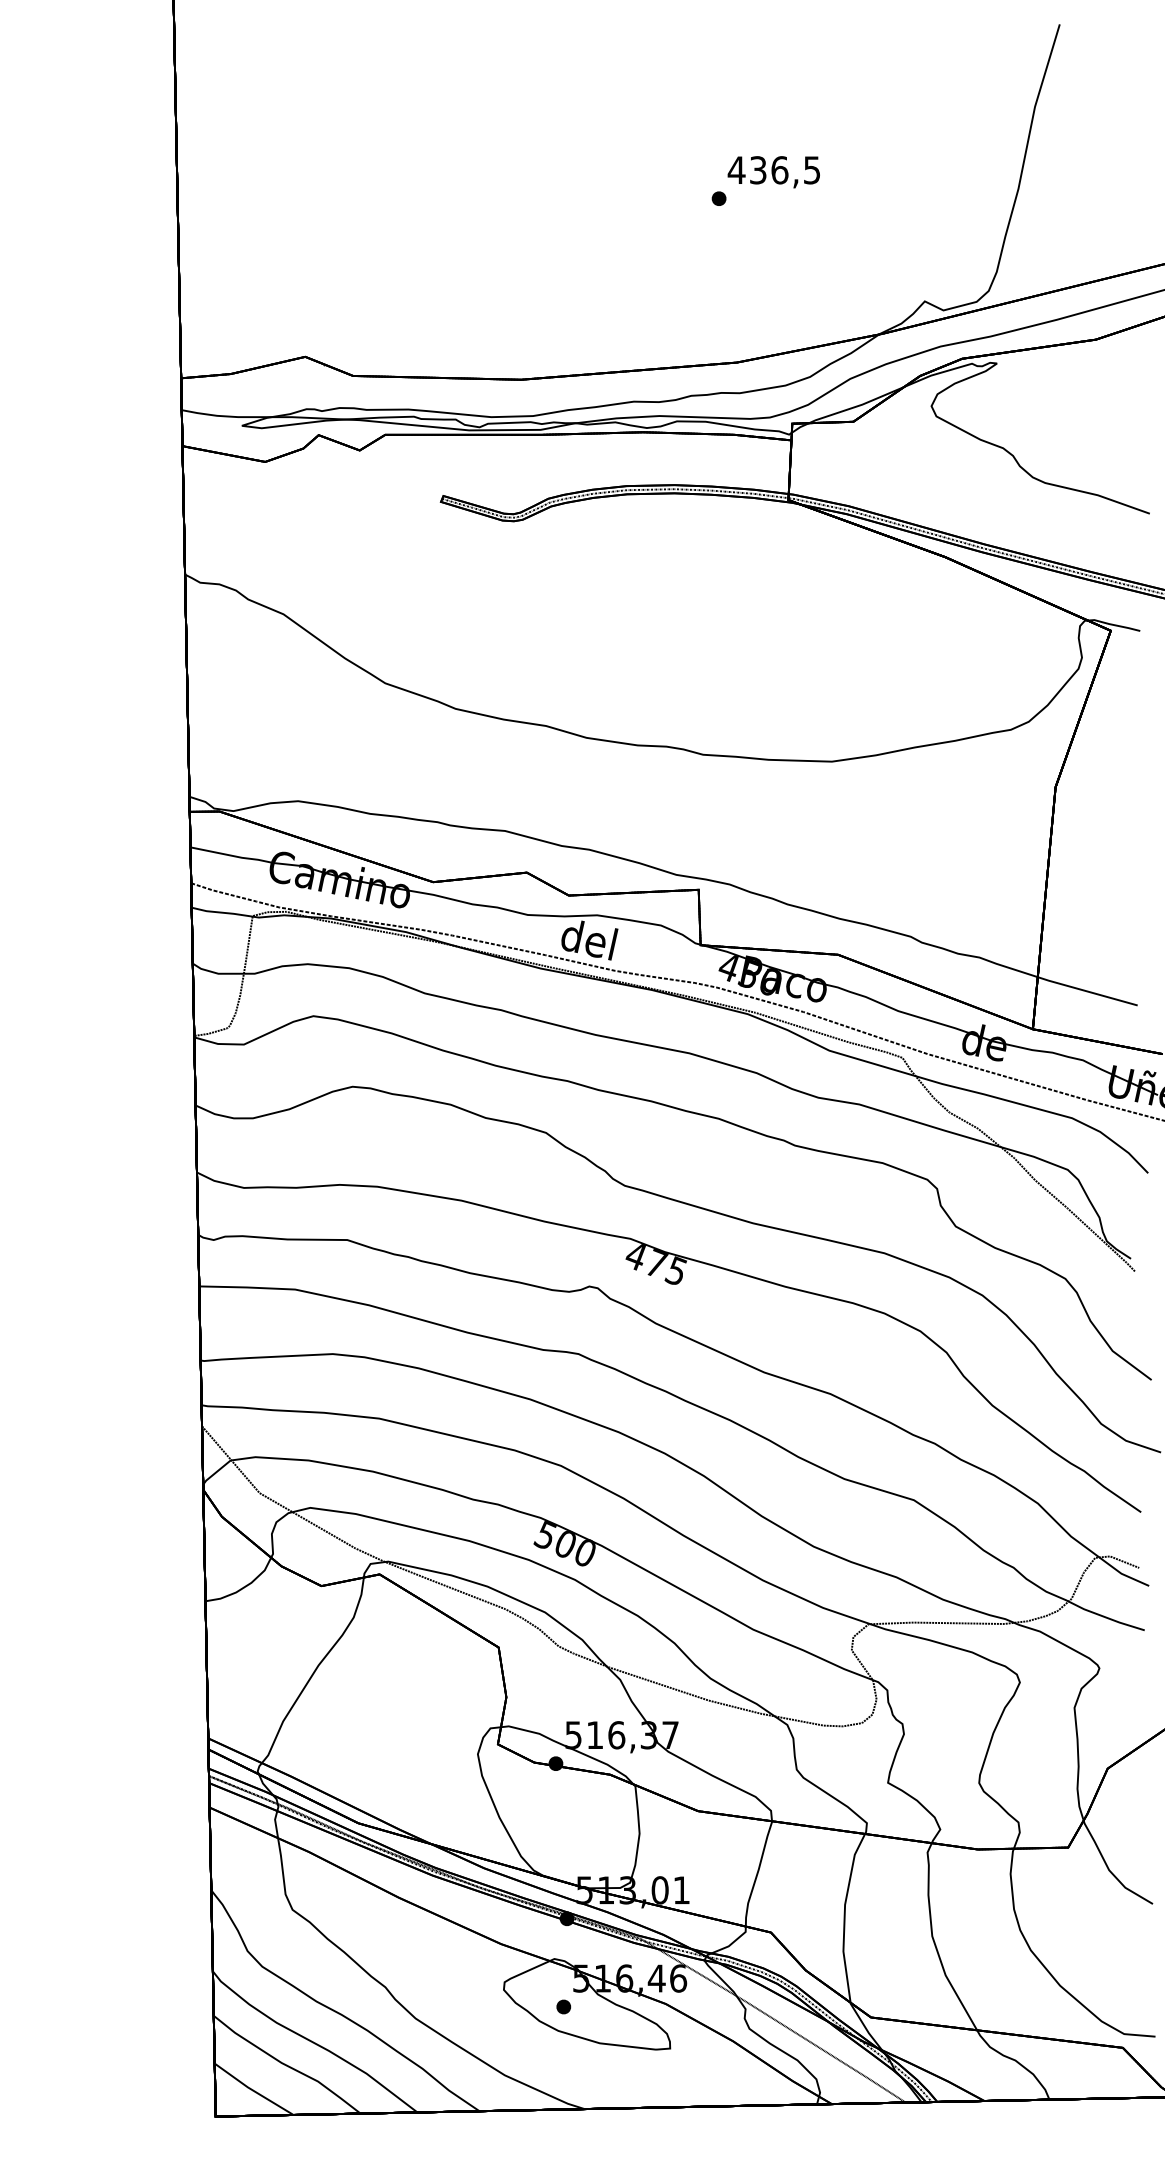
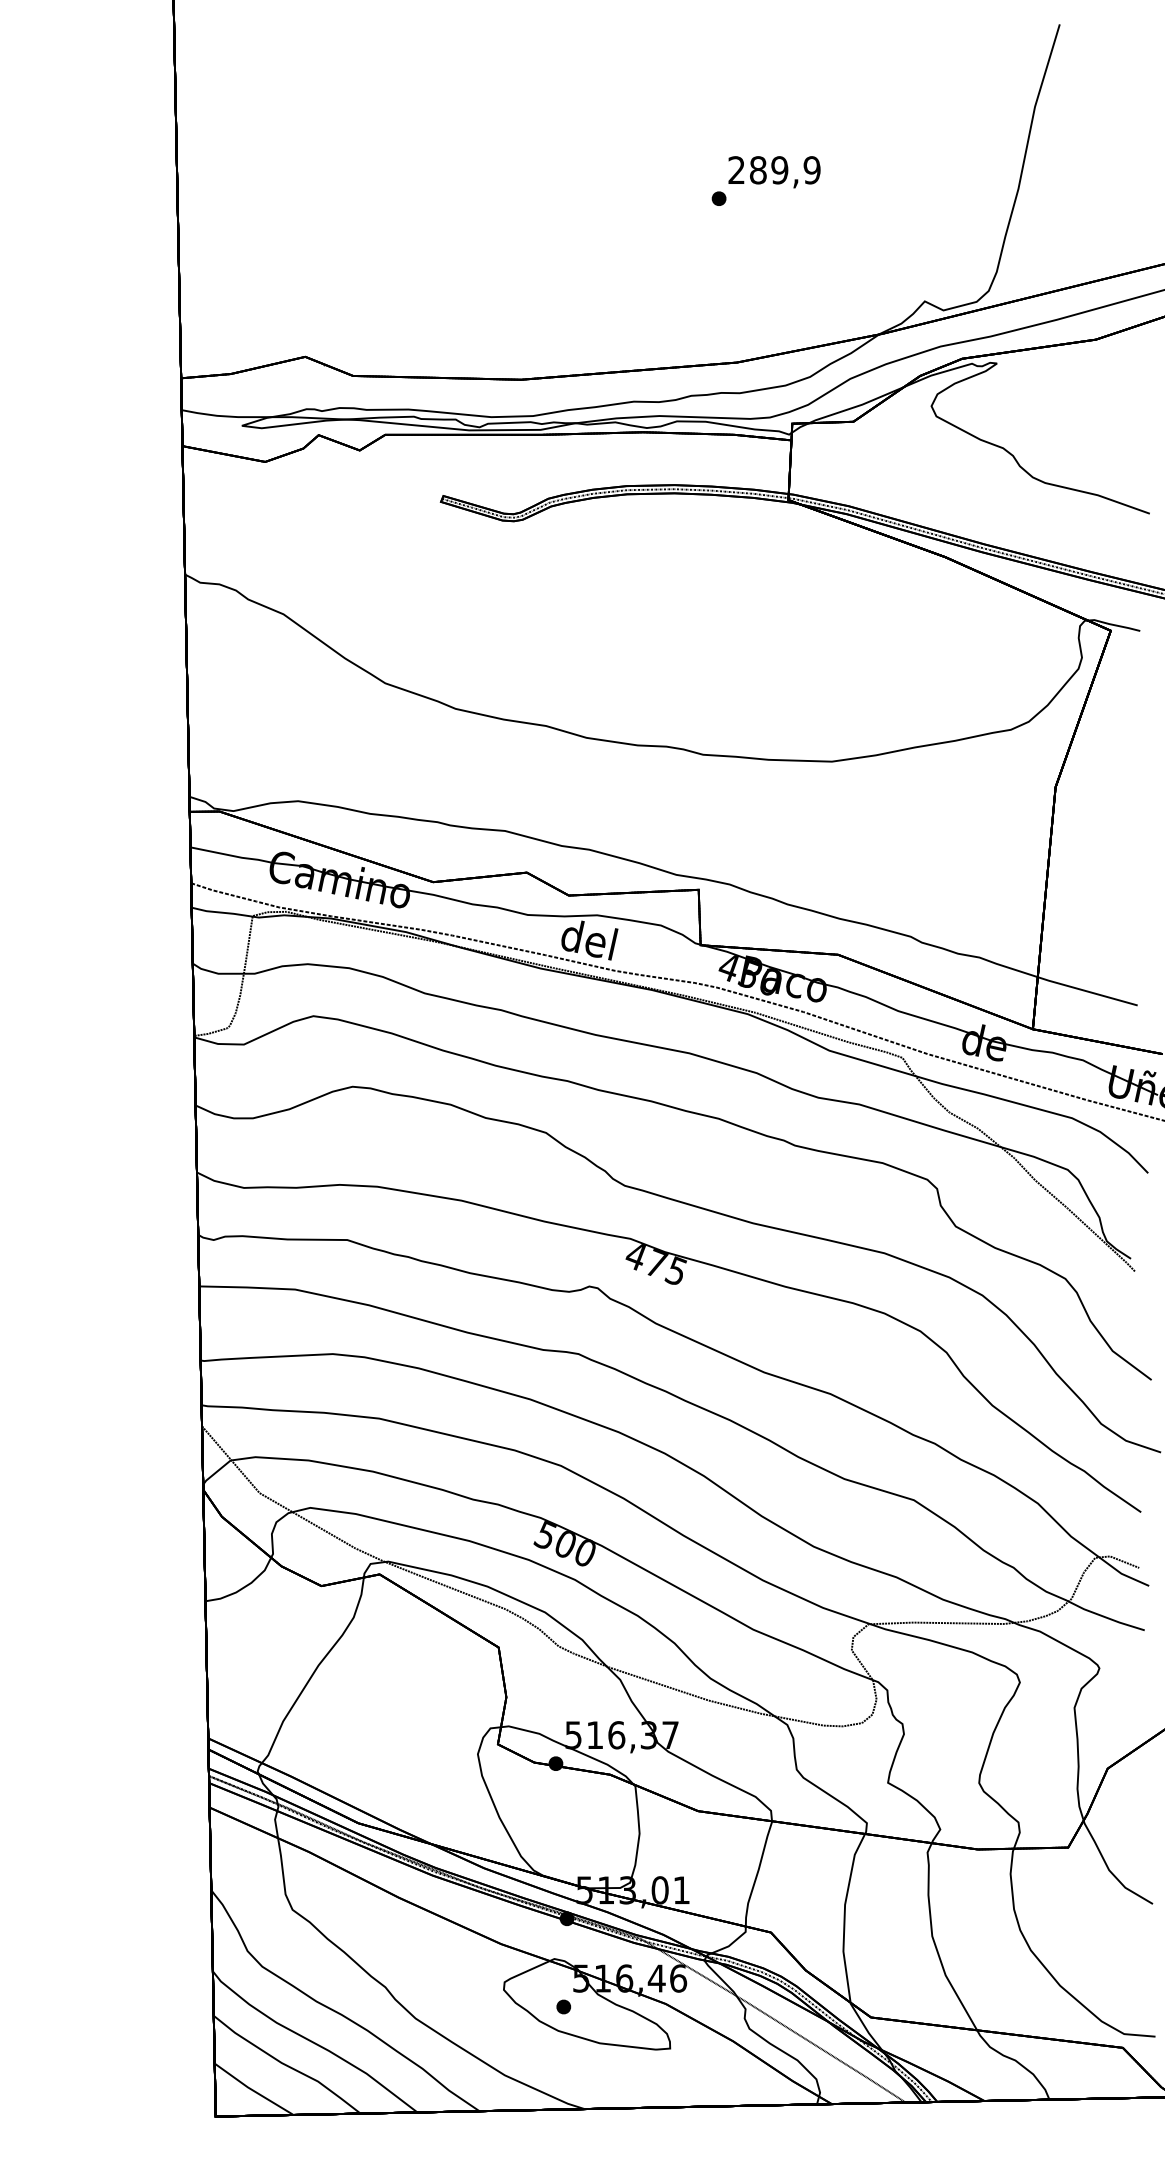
text at (773, 170): 436,5 -> 289,9
